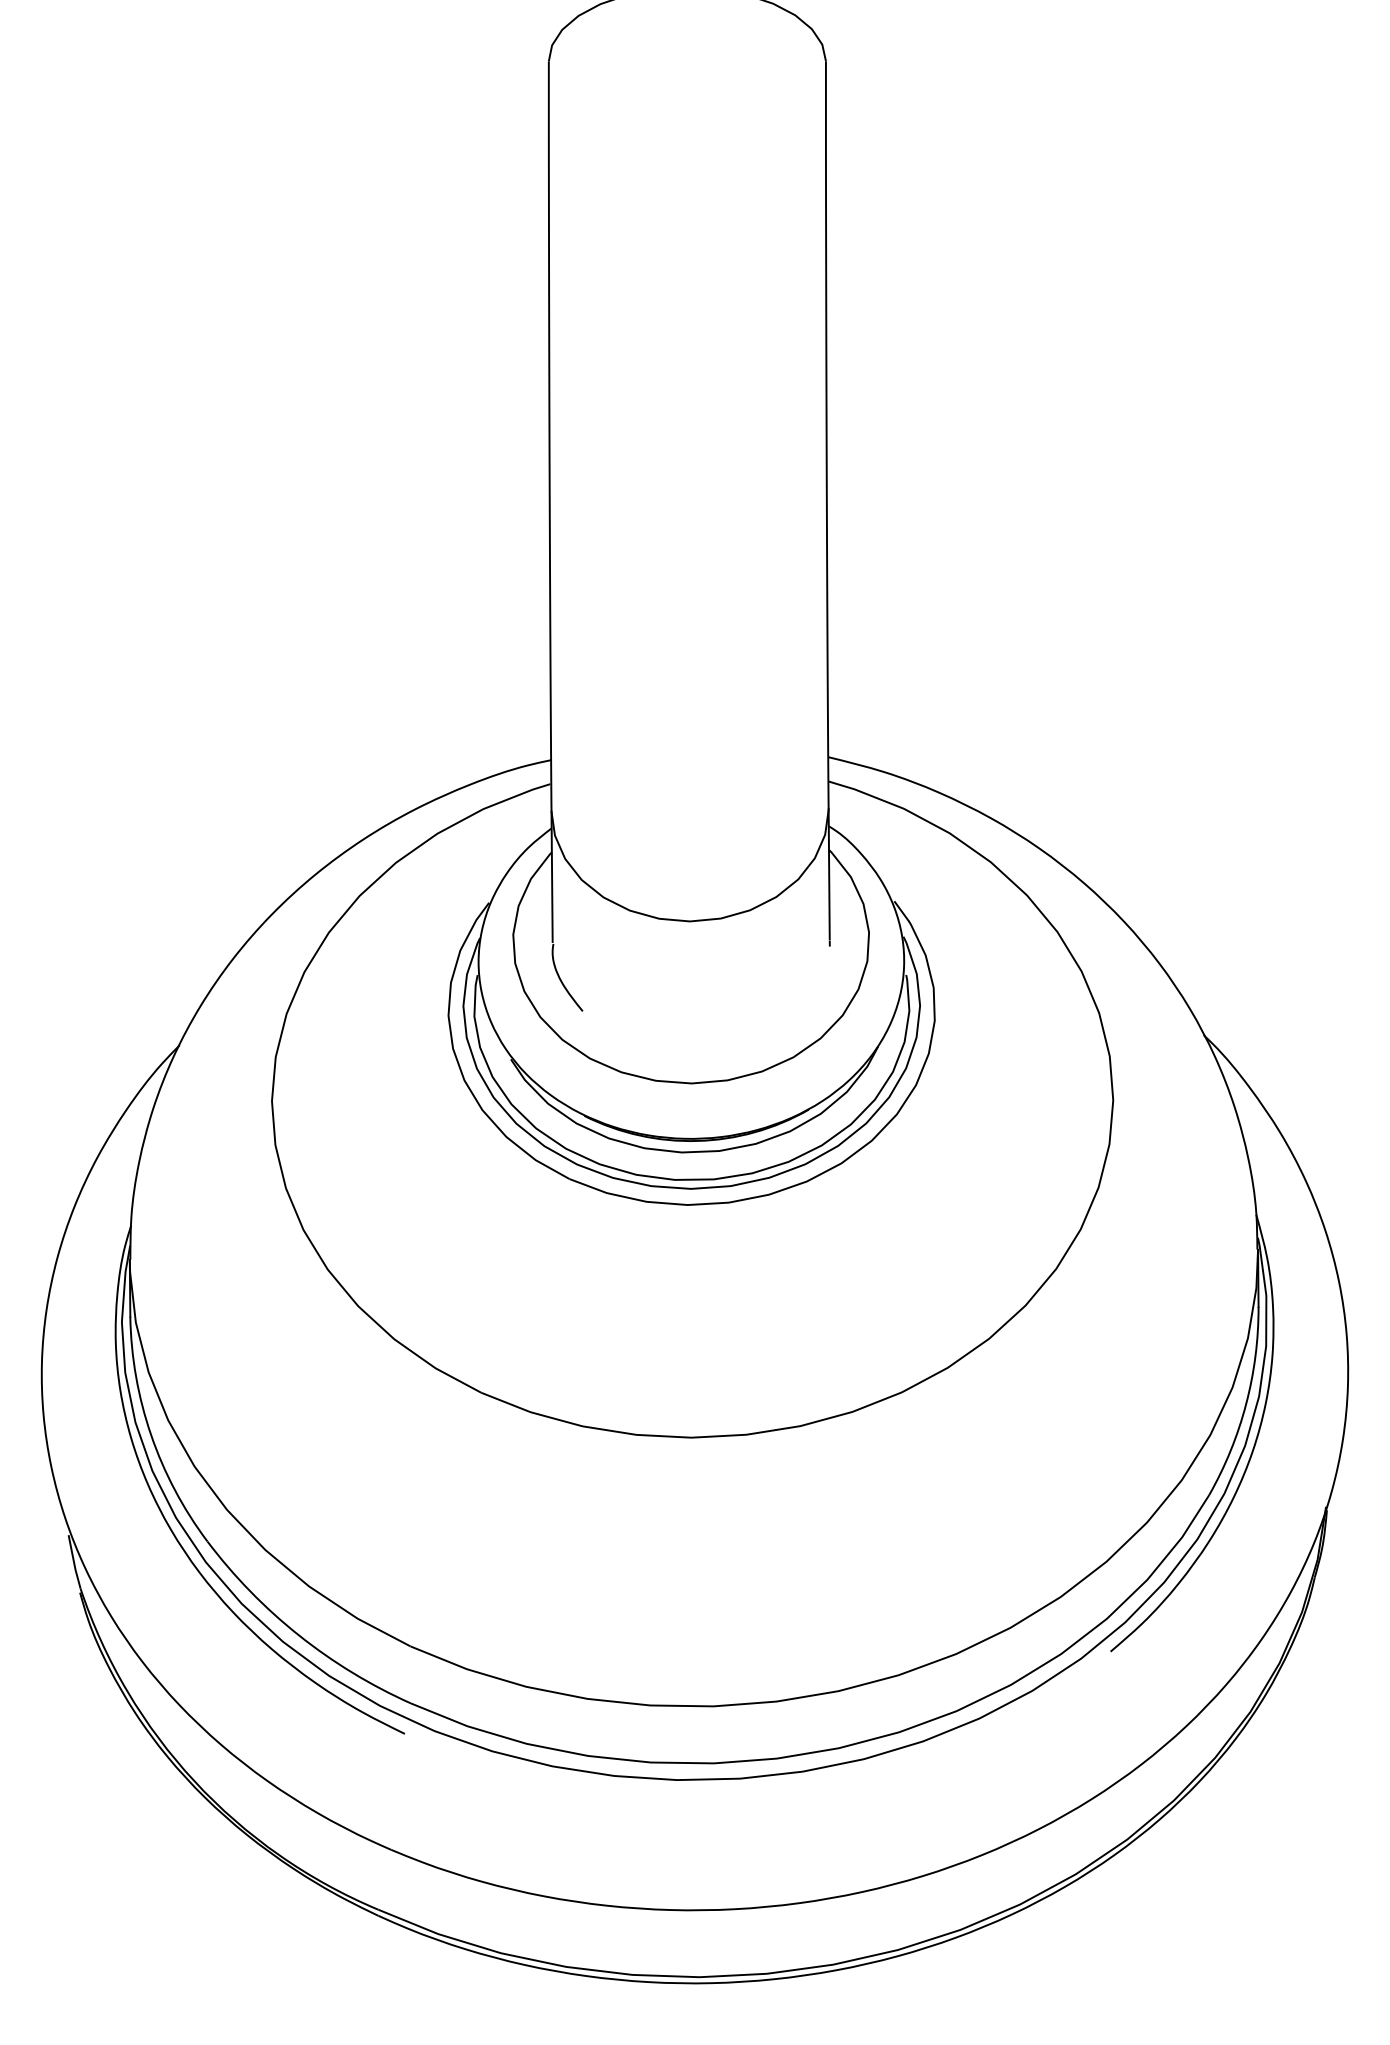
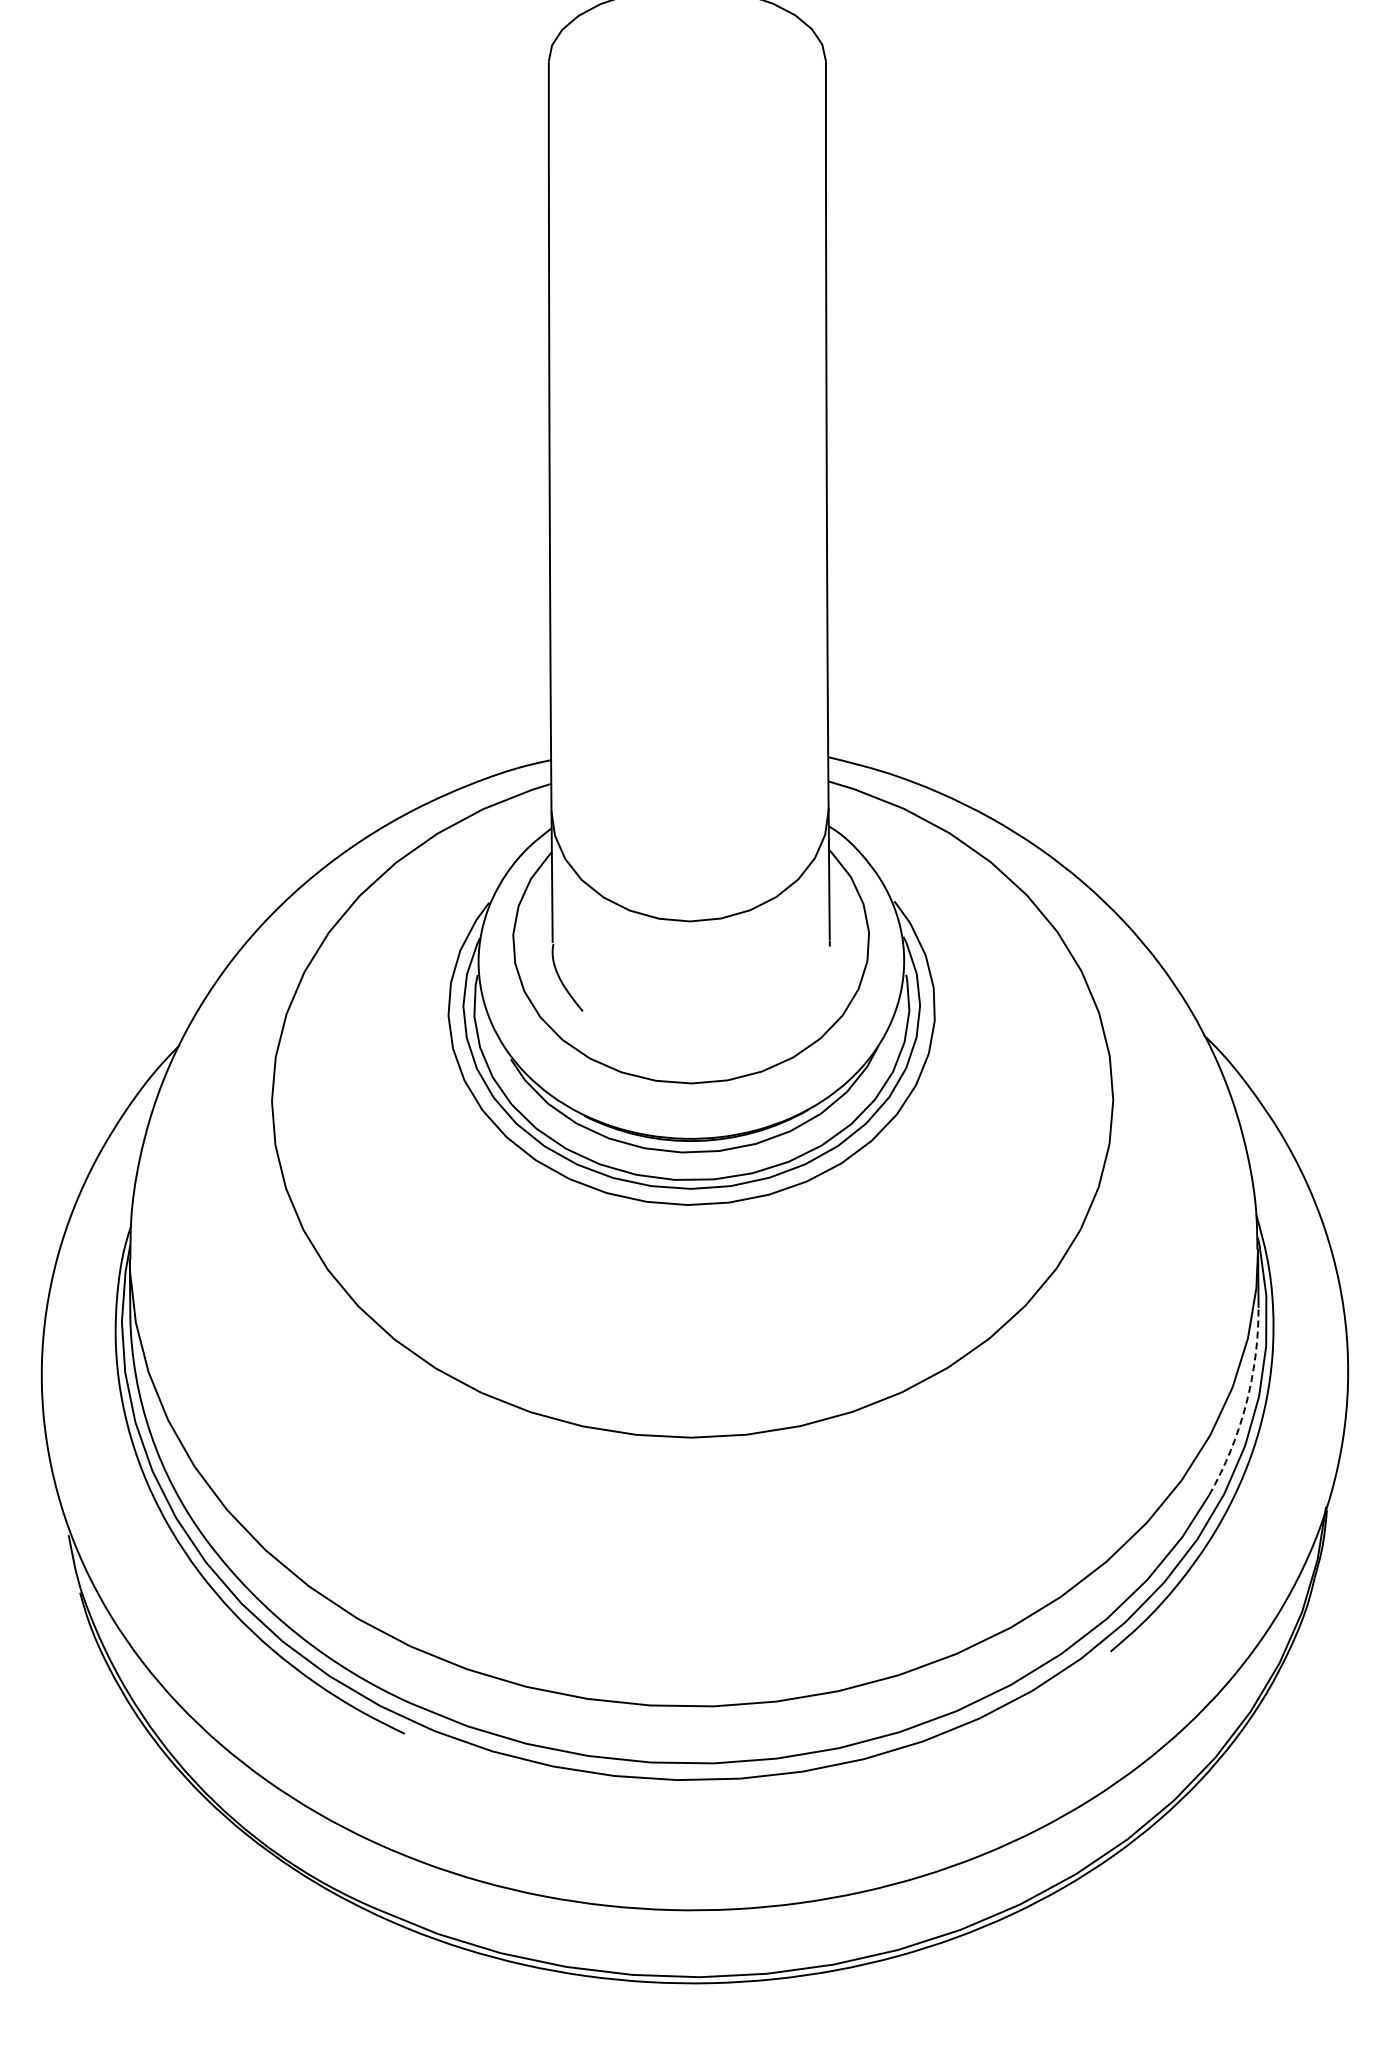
arc at (1246, 1404): solid -> dashed
